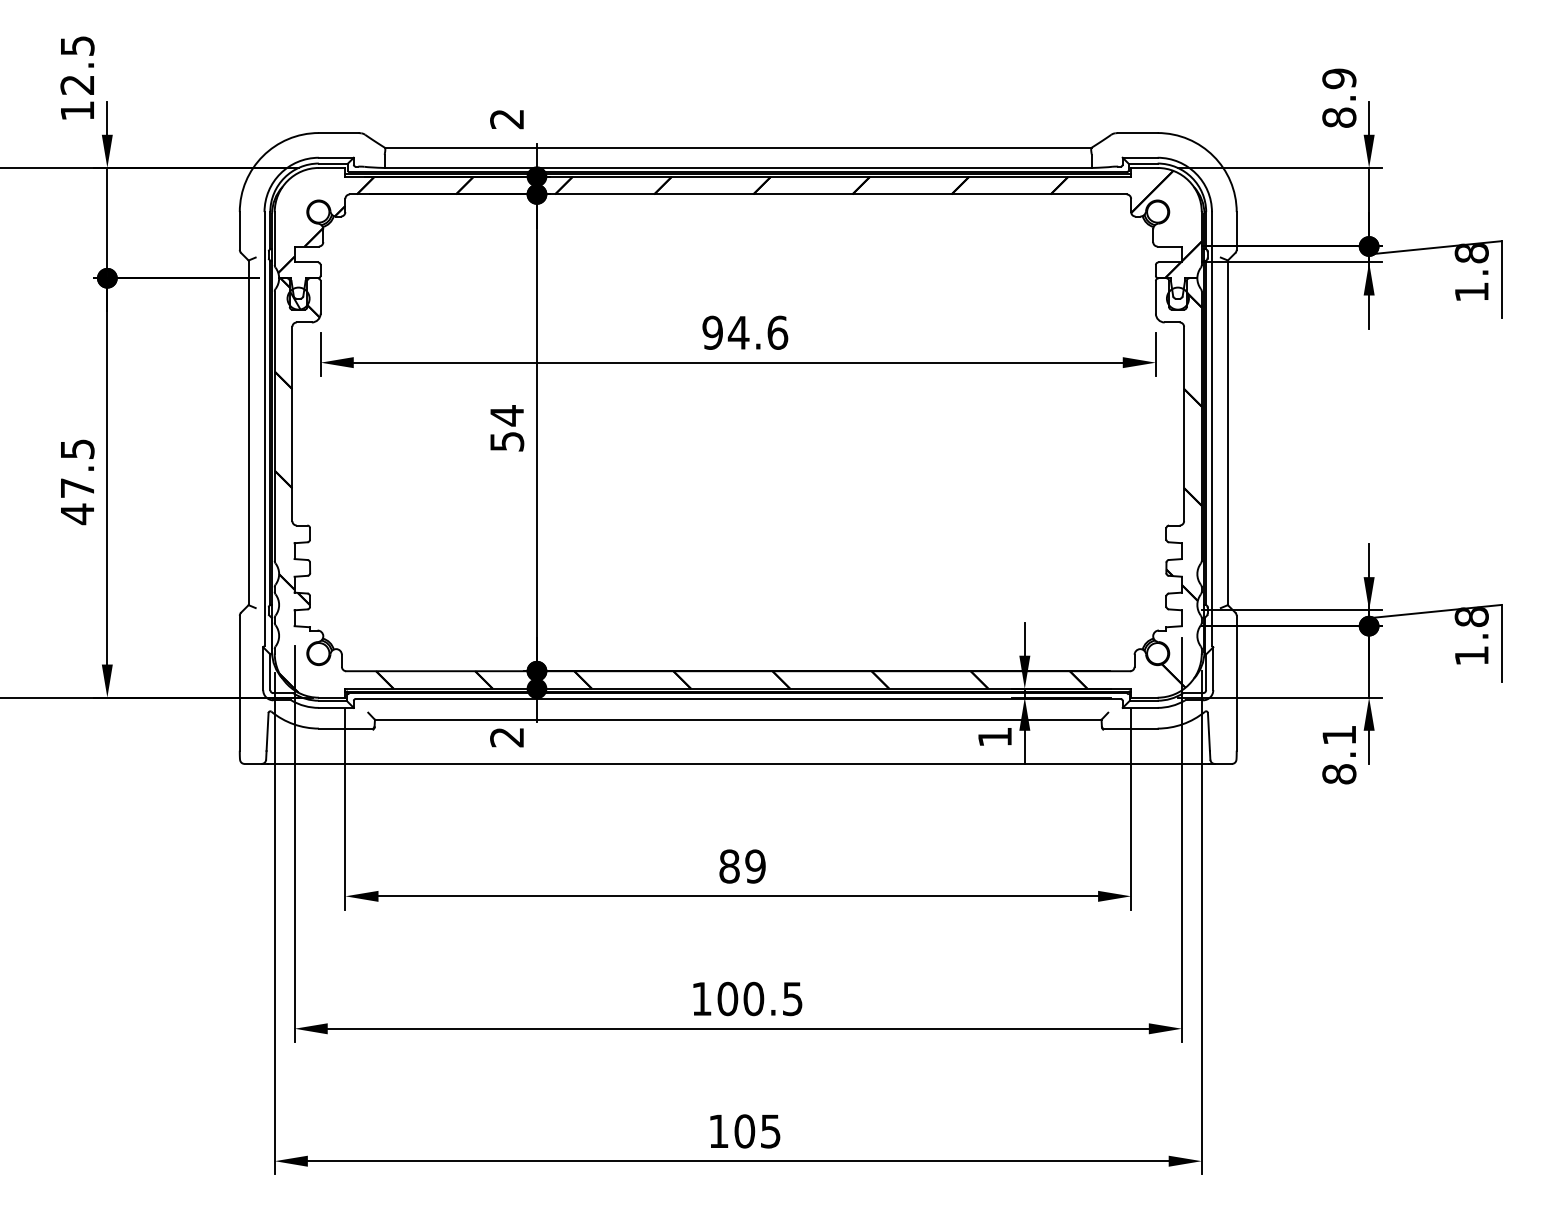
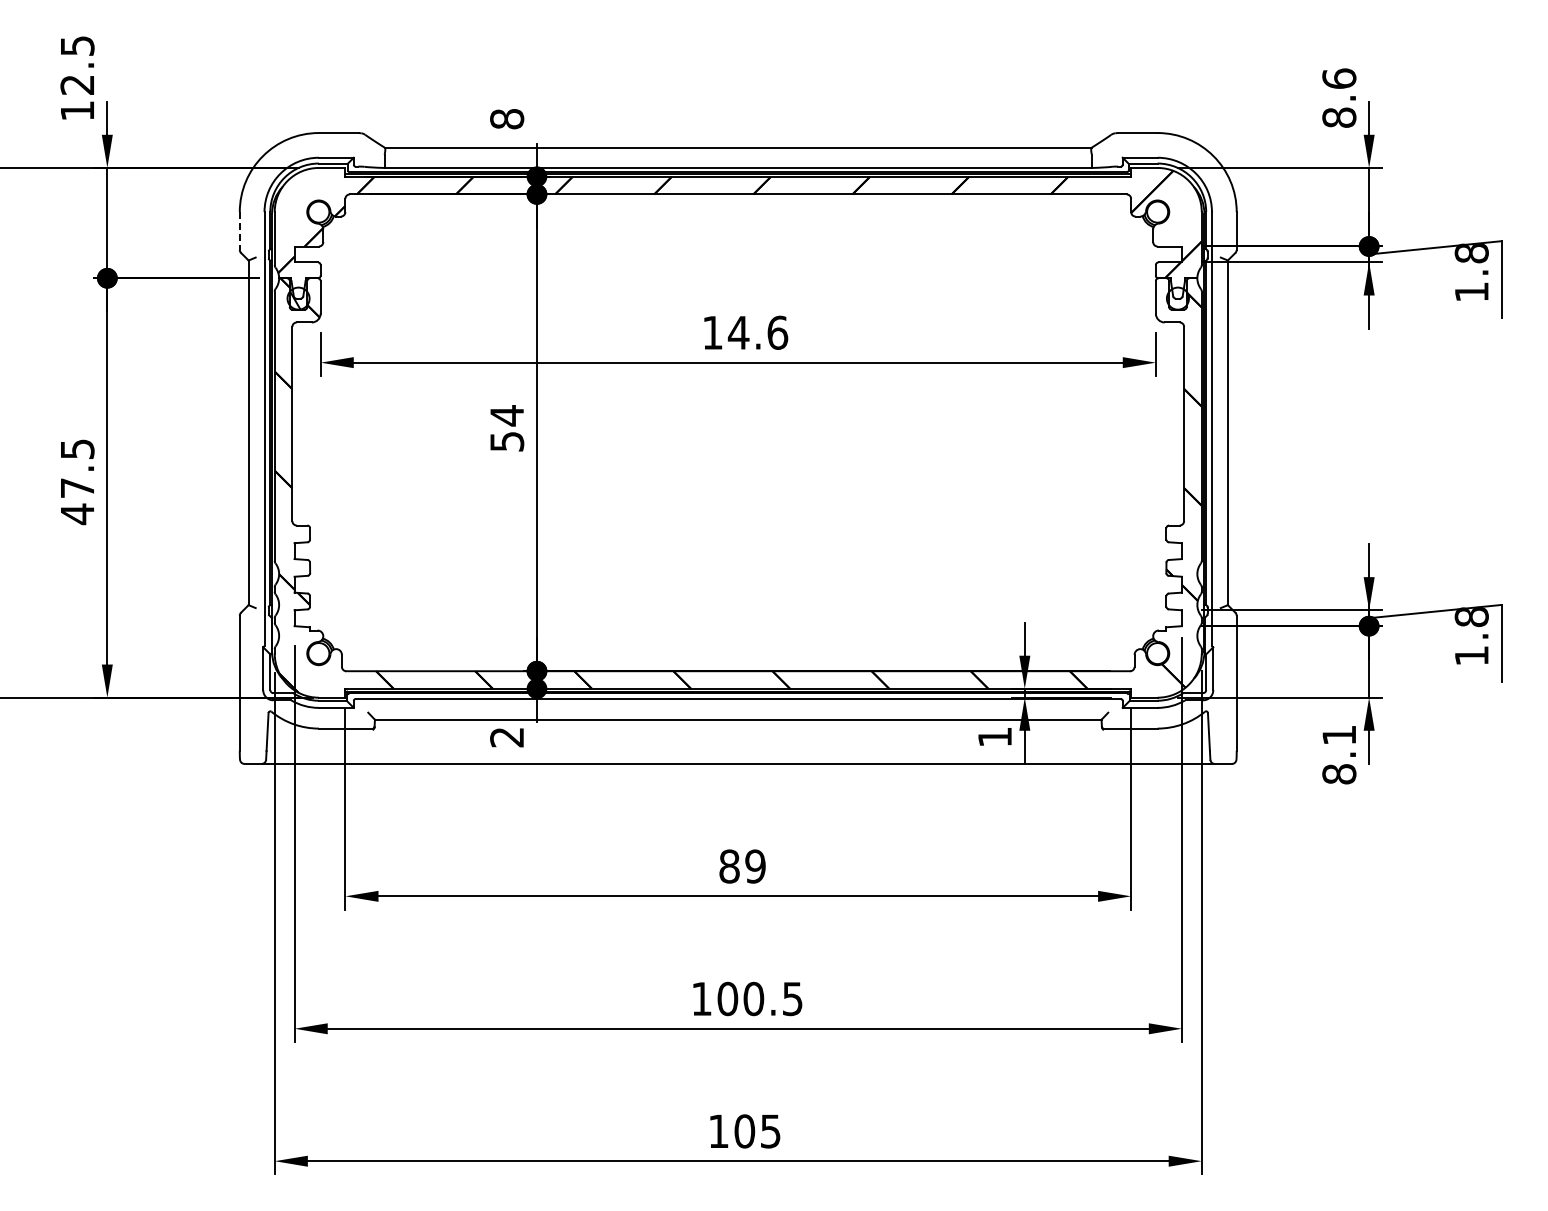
text at (1339, 78): 8.9 -> 8.6
text at (507, 119): 2 -> 8
line at (239, 230): solid -> dashed
text at (712, 332): 94.6 -> 14.6
